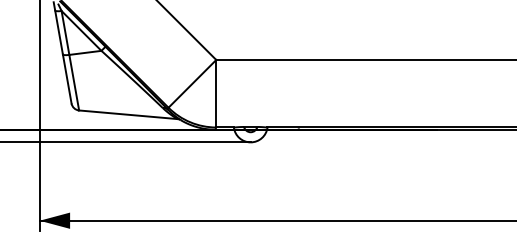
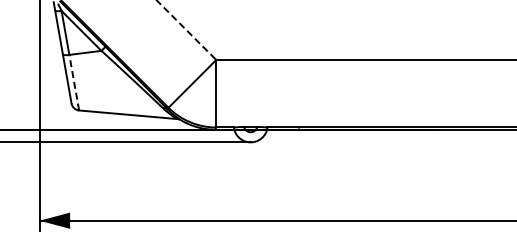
line at (186, 30): solid -> dashed
line at (74, 82): solid -> dashed
